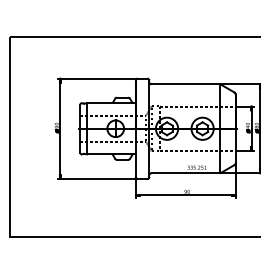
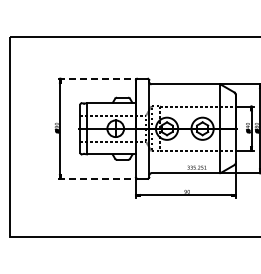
line at (98, 78): solid -> dashed
line at (98, 178): solid -> dashed
